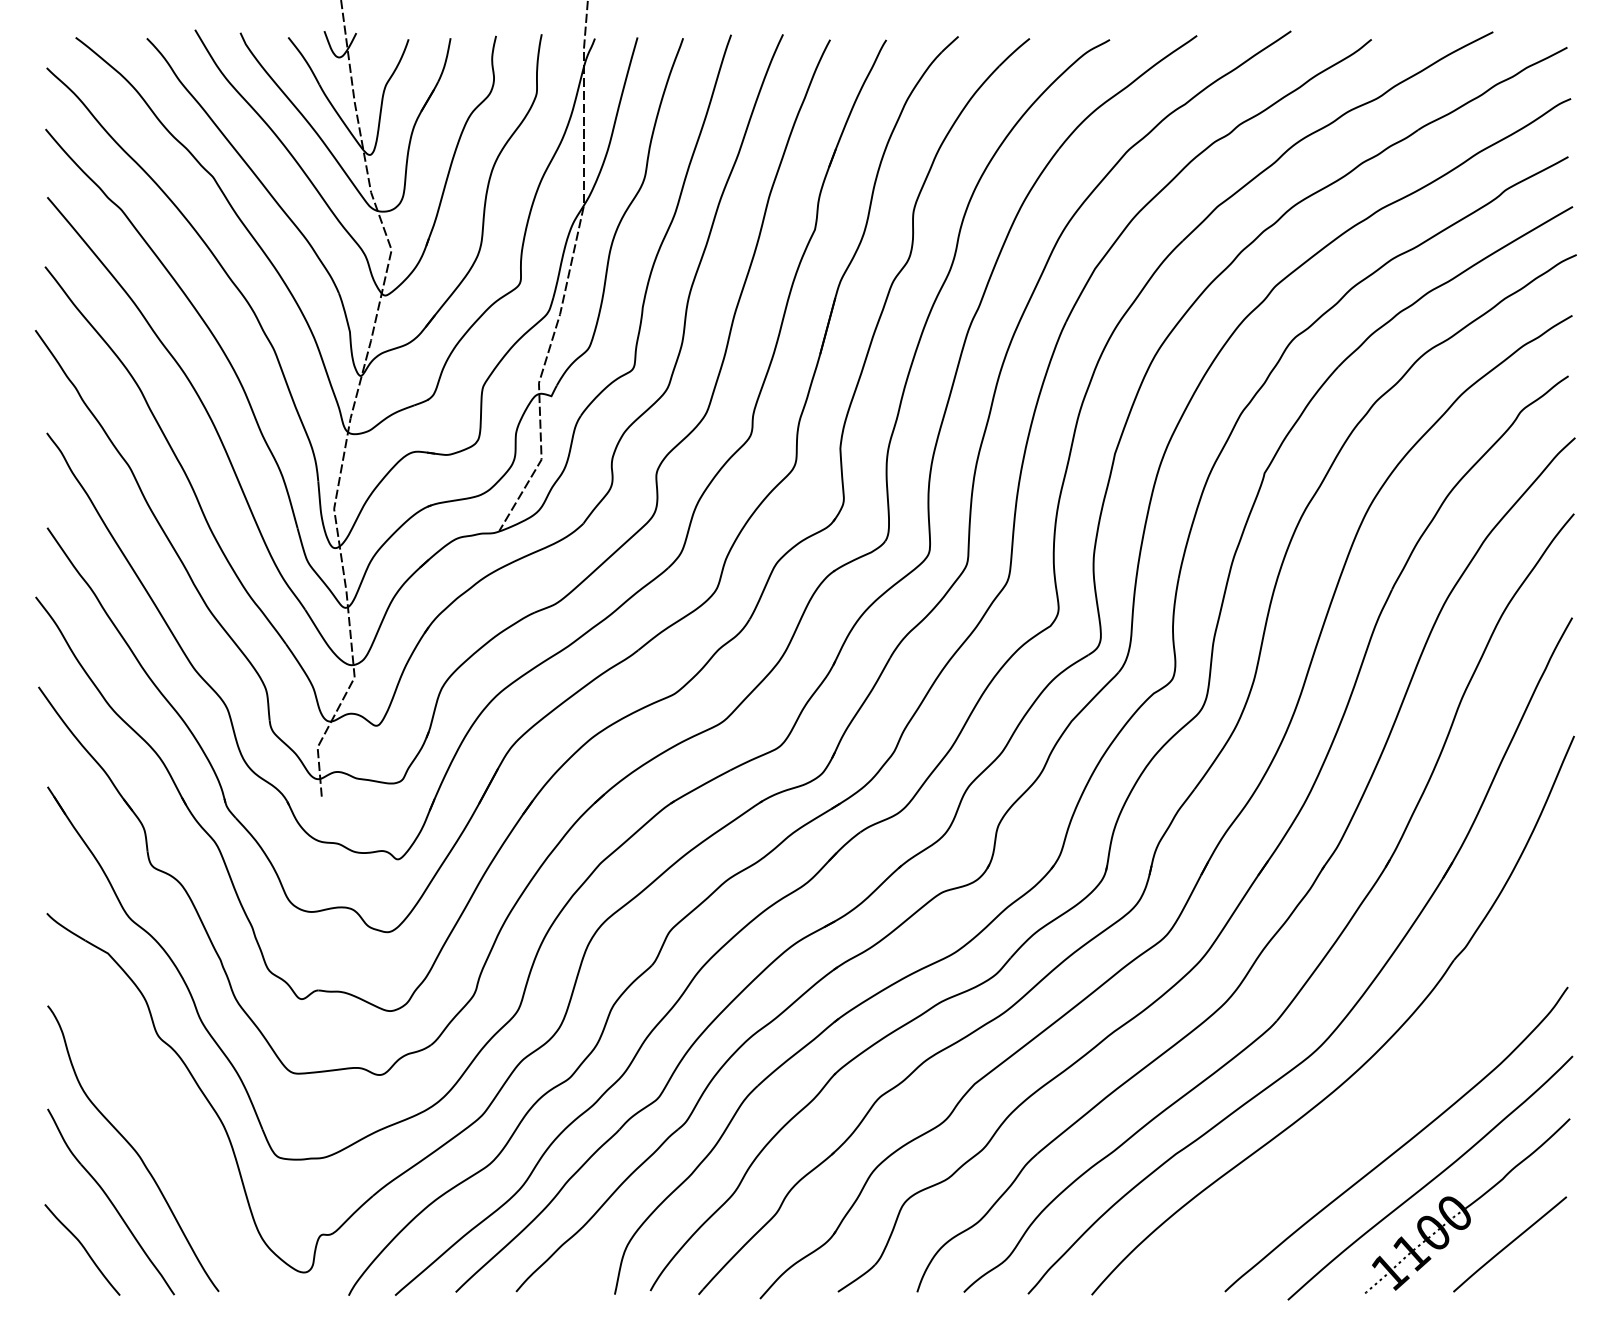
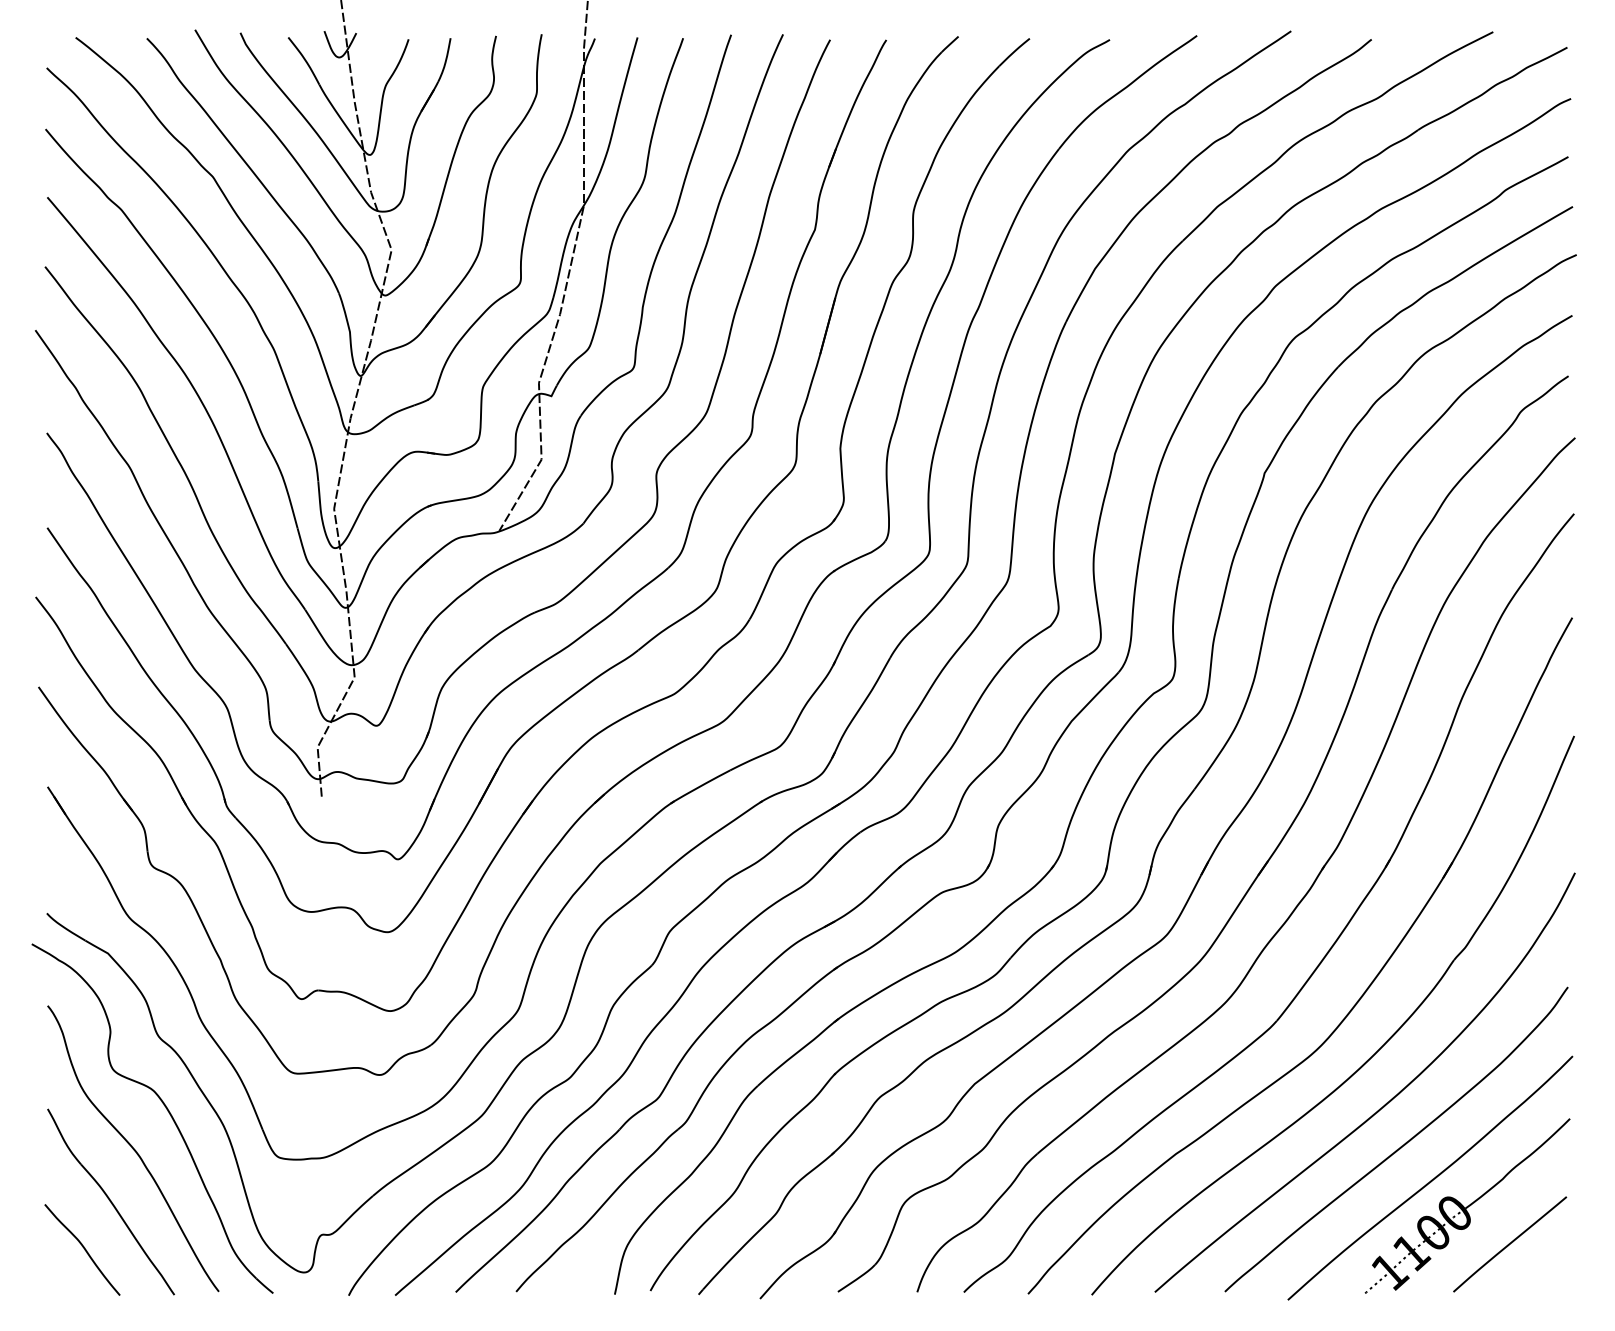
curve at (1385, 1103): none -> present
part at (165, 1108): none -> present
